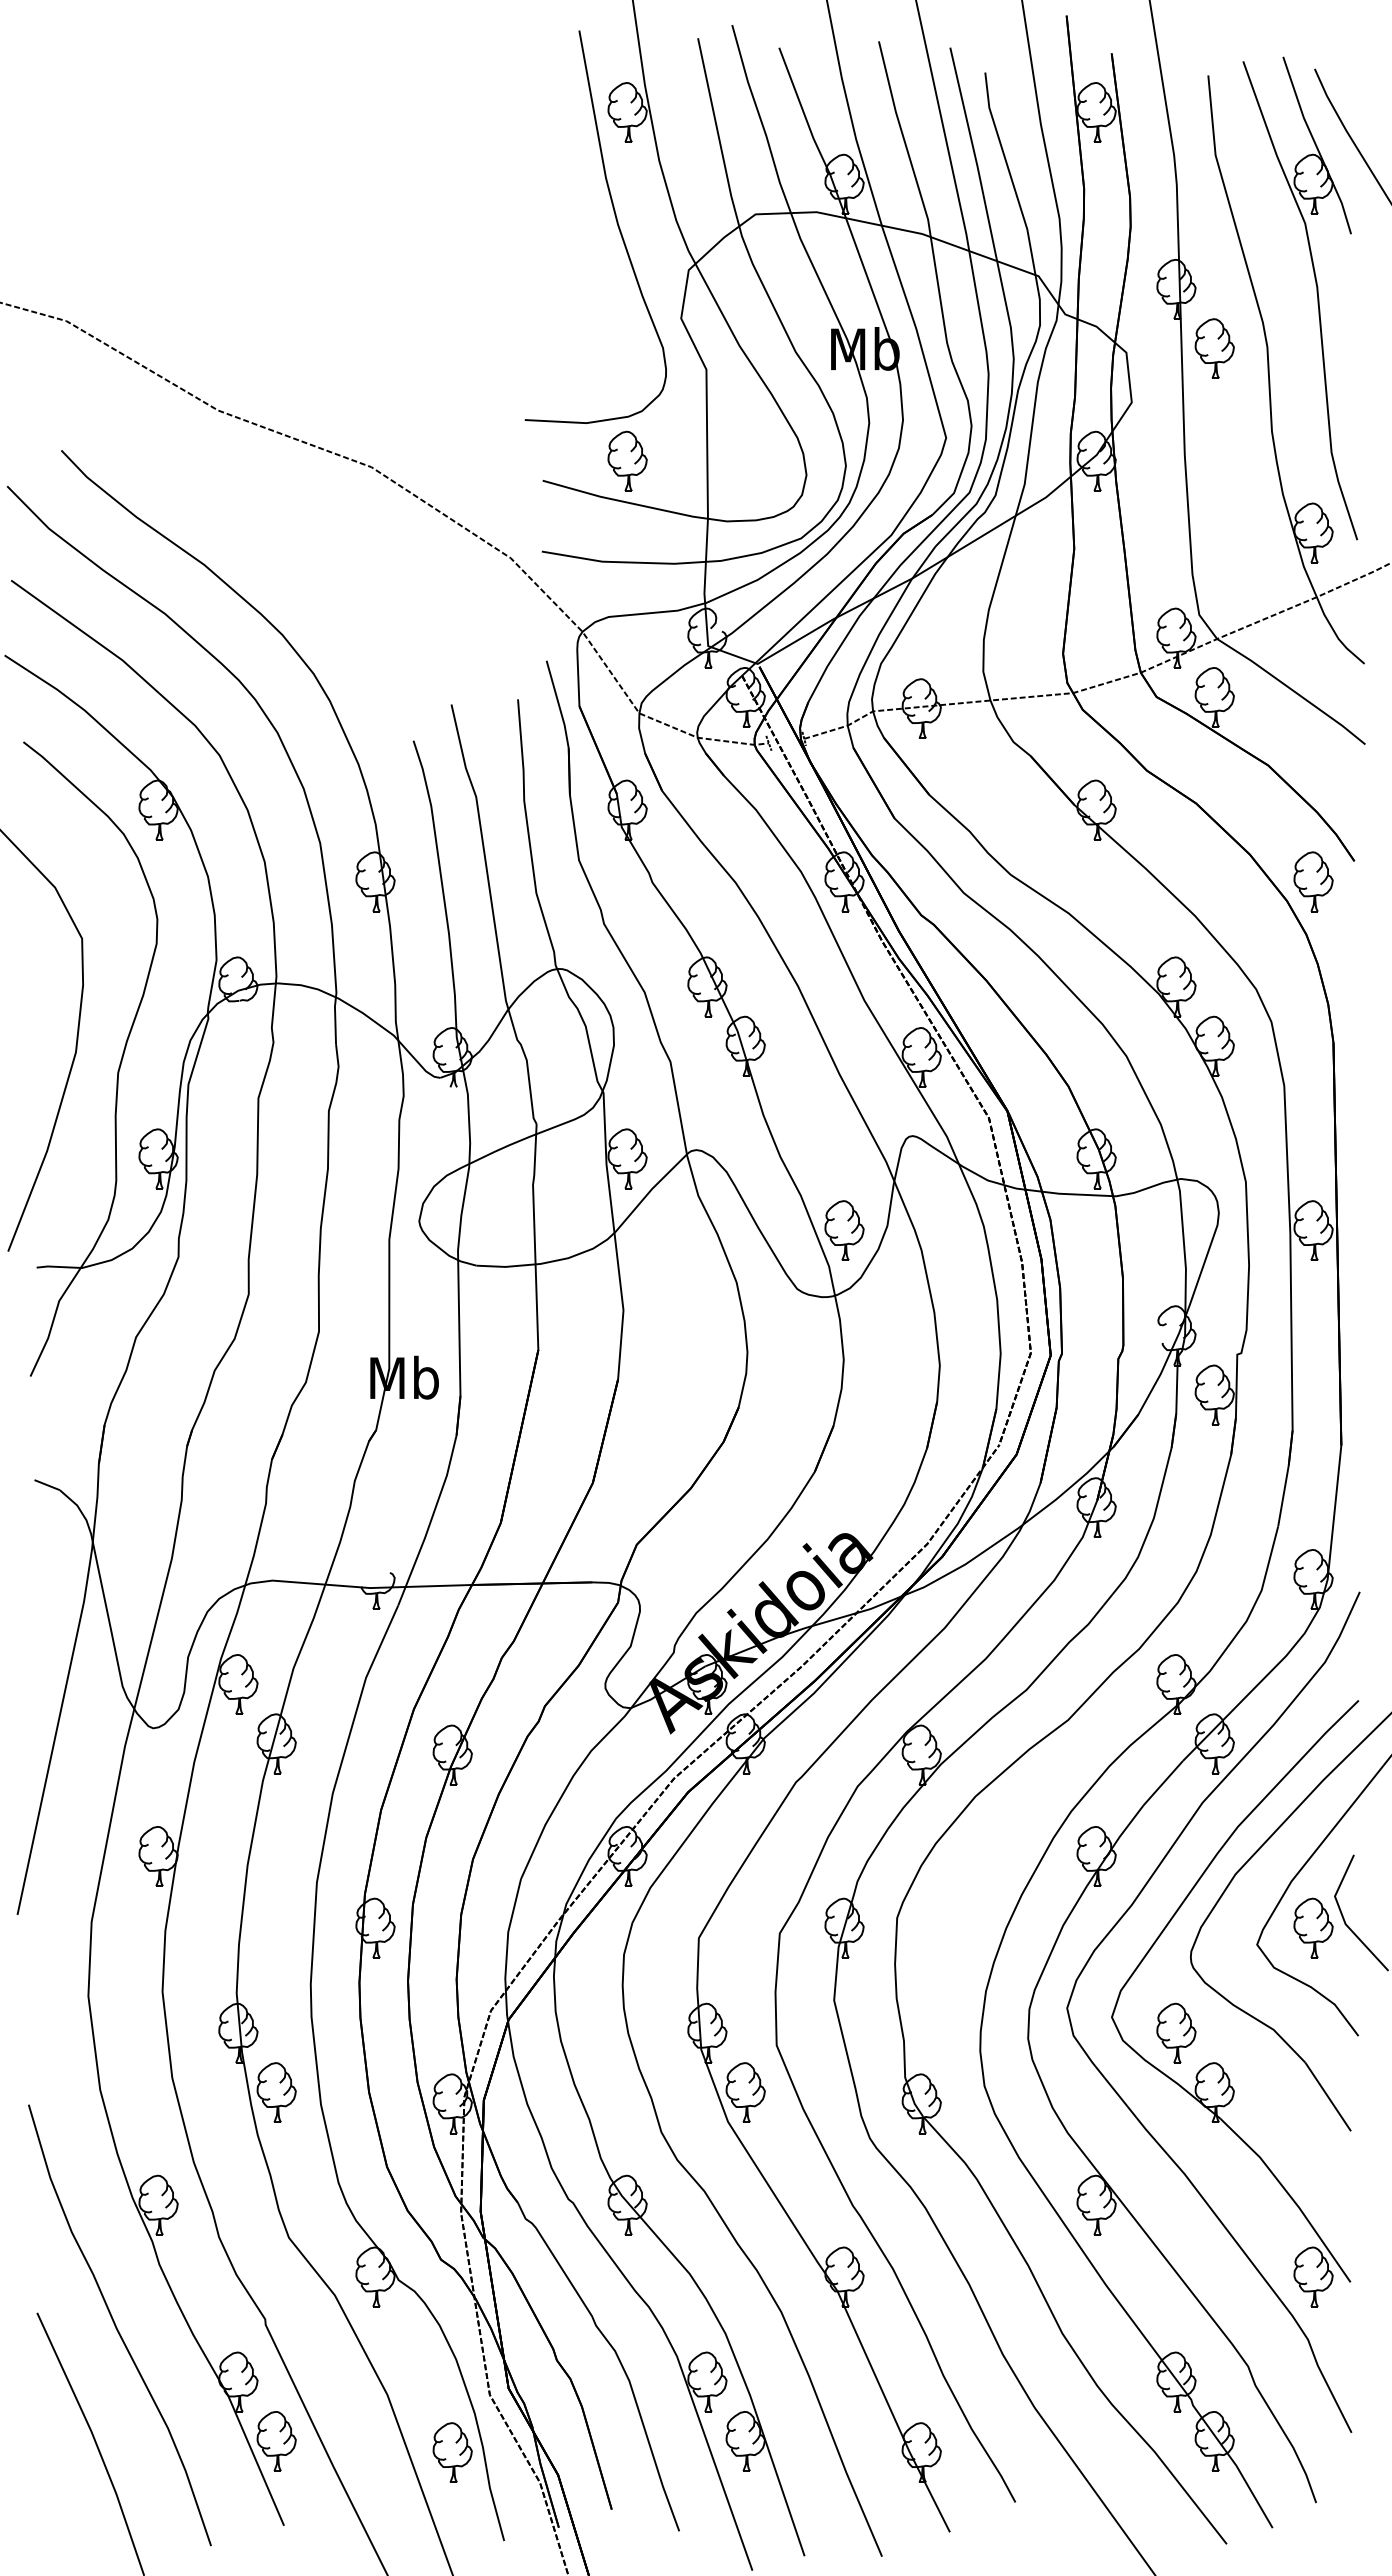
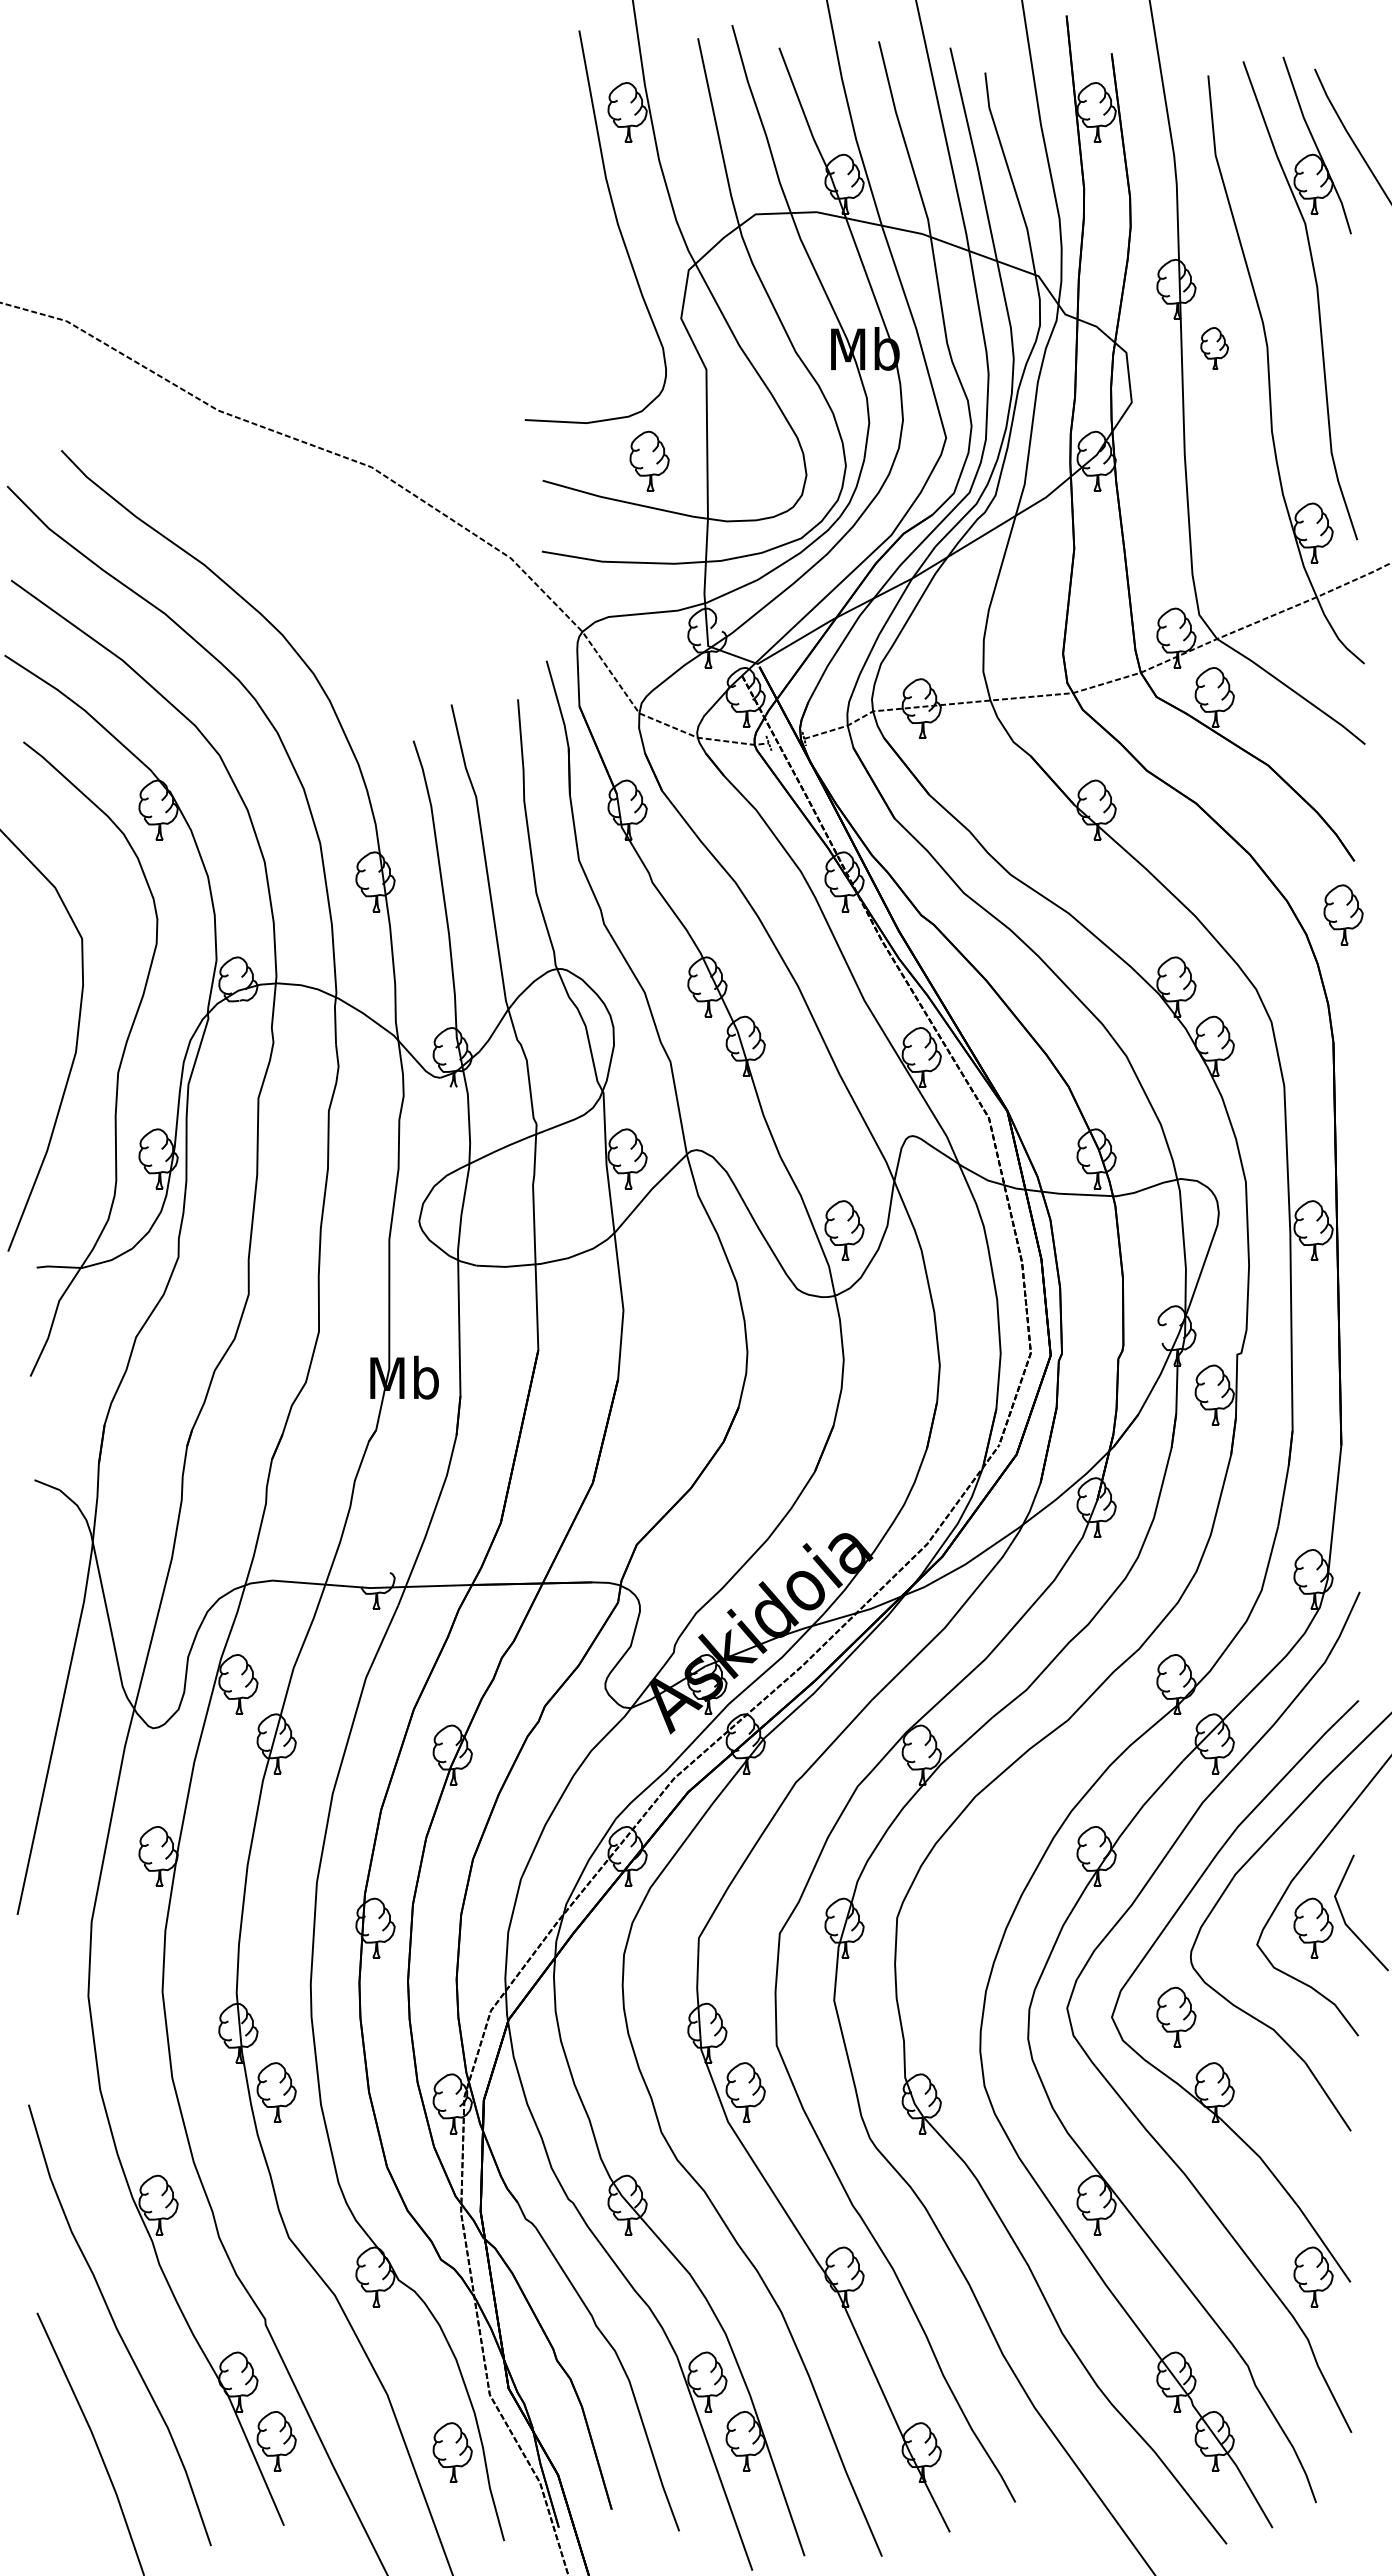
part at (1214, 348) size: 41x61 px -> 29x43 px
part at (627, 460) position: (627, 460) -> (649, 460)
part at (1313, 881) position: (1313, 881) -> (1343, 914)
part at (1176, 2032) position: (1176, 2032) -> (1176, 2016)
